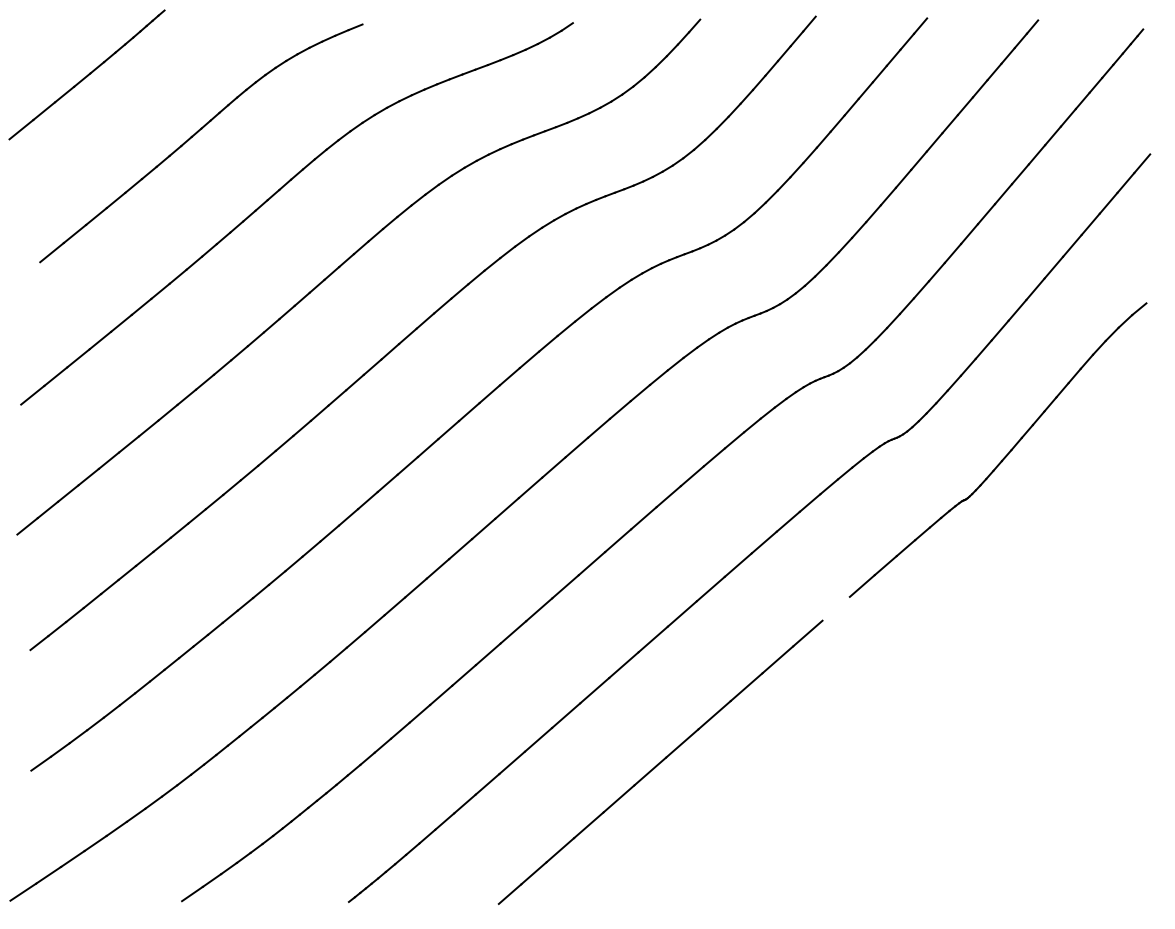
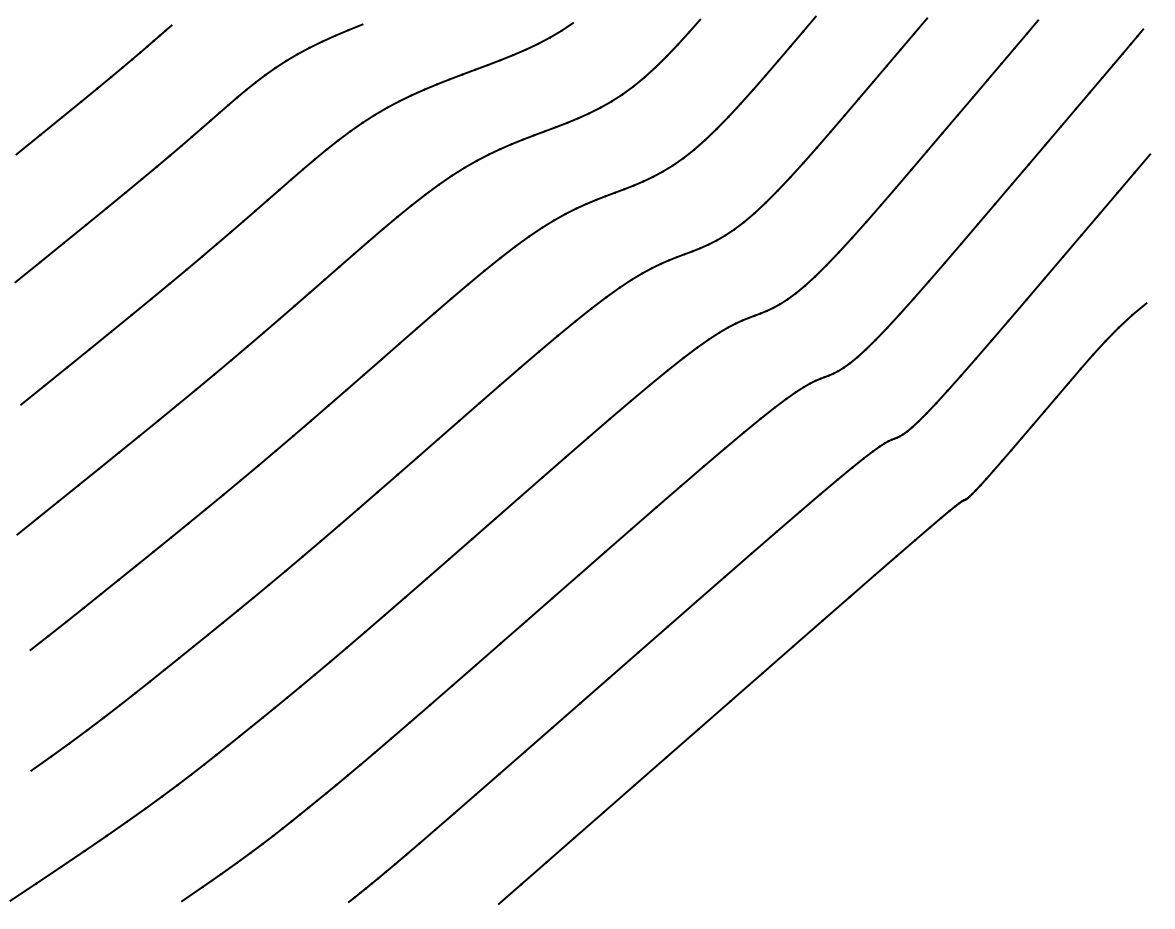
part at (86, 74) position: (86, 74) -> (93, 89)
line at (27, 272): none -> present
line at (835, 608): none -> present
